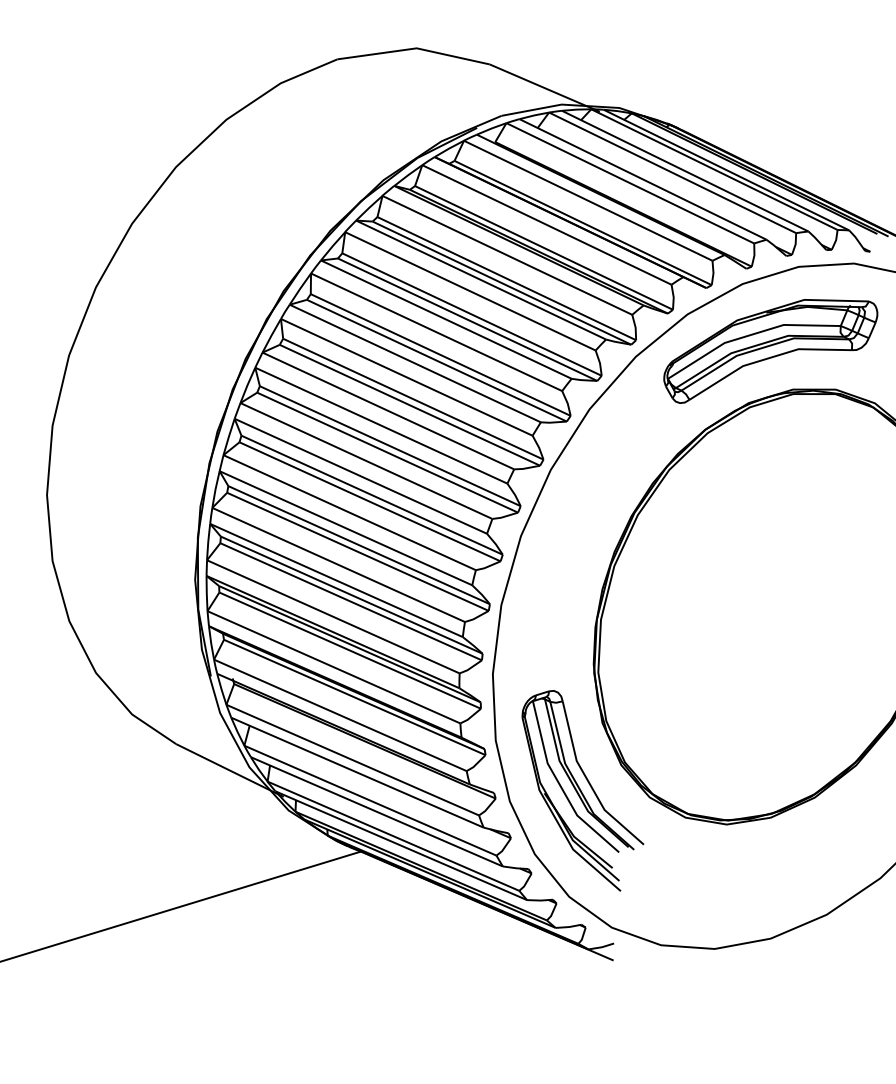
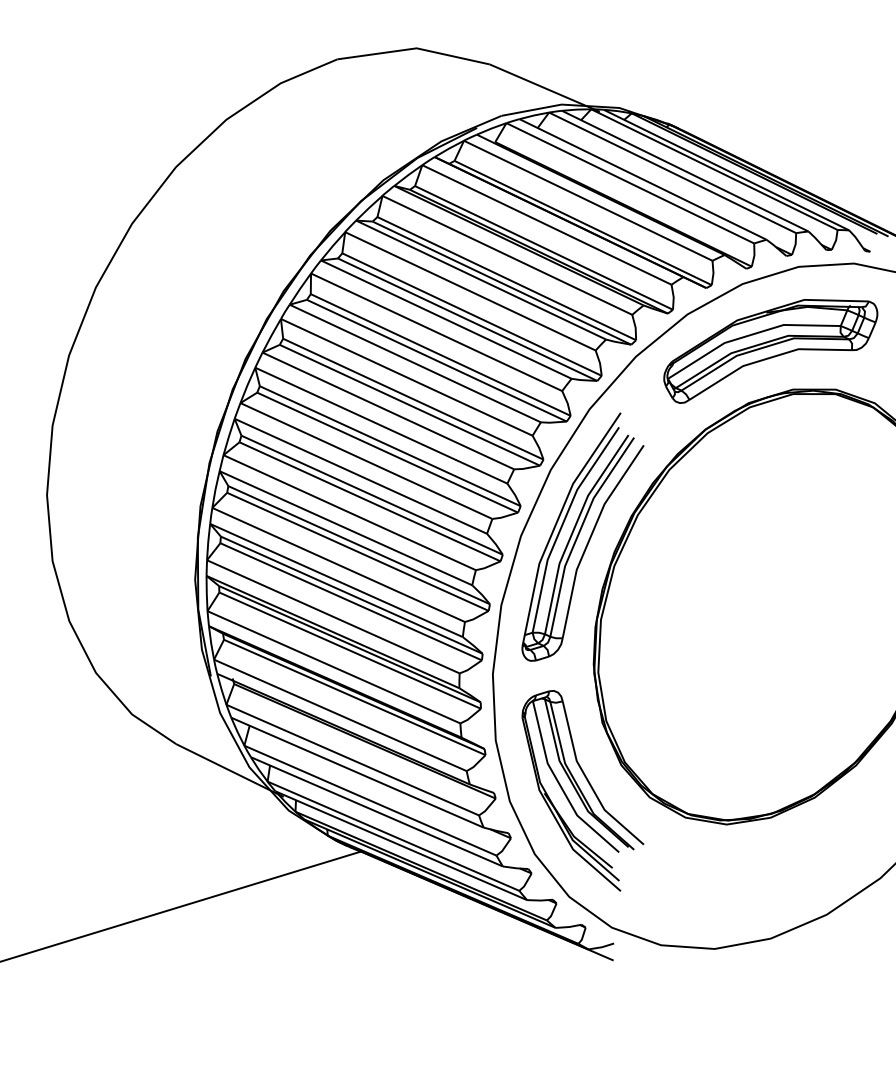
part at (582, 536): none -> present
